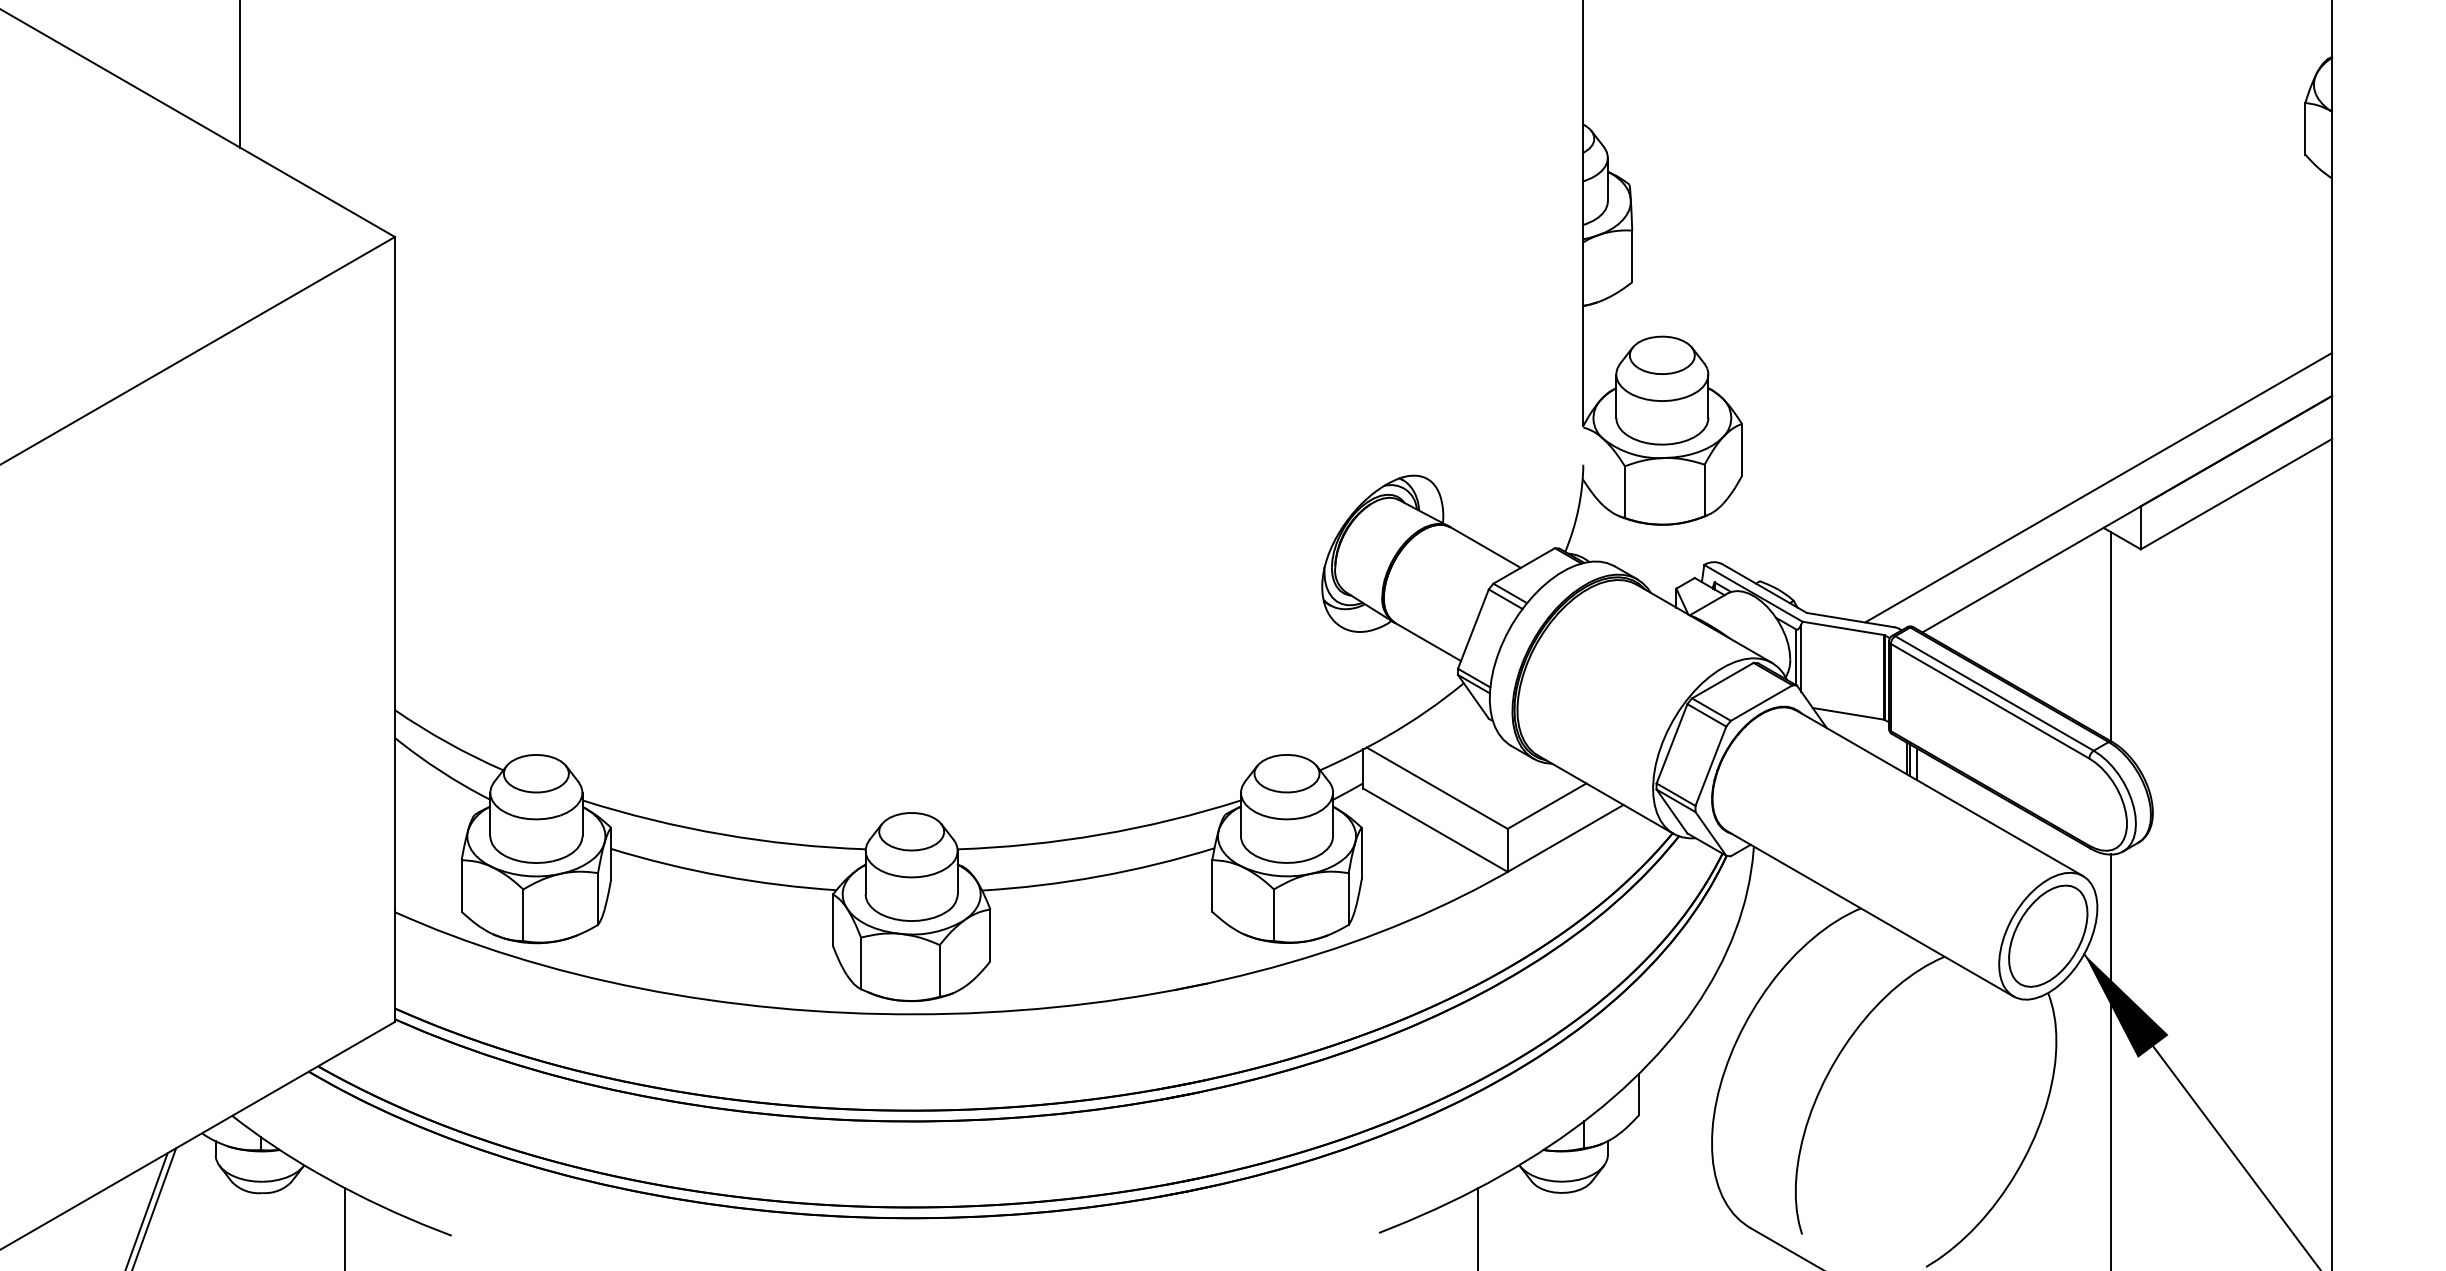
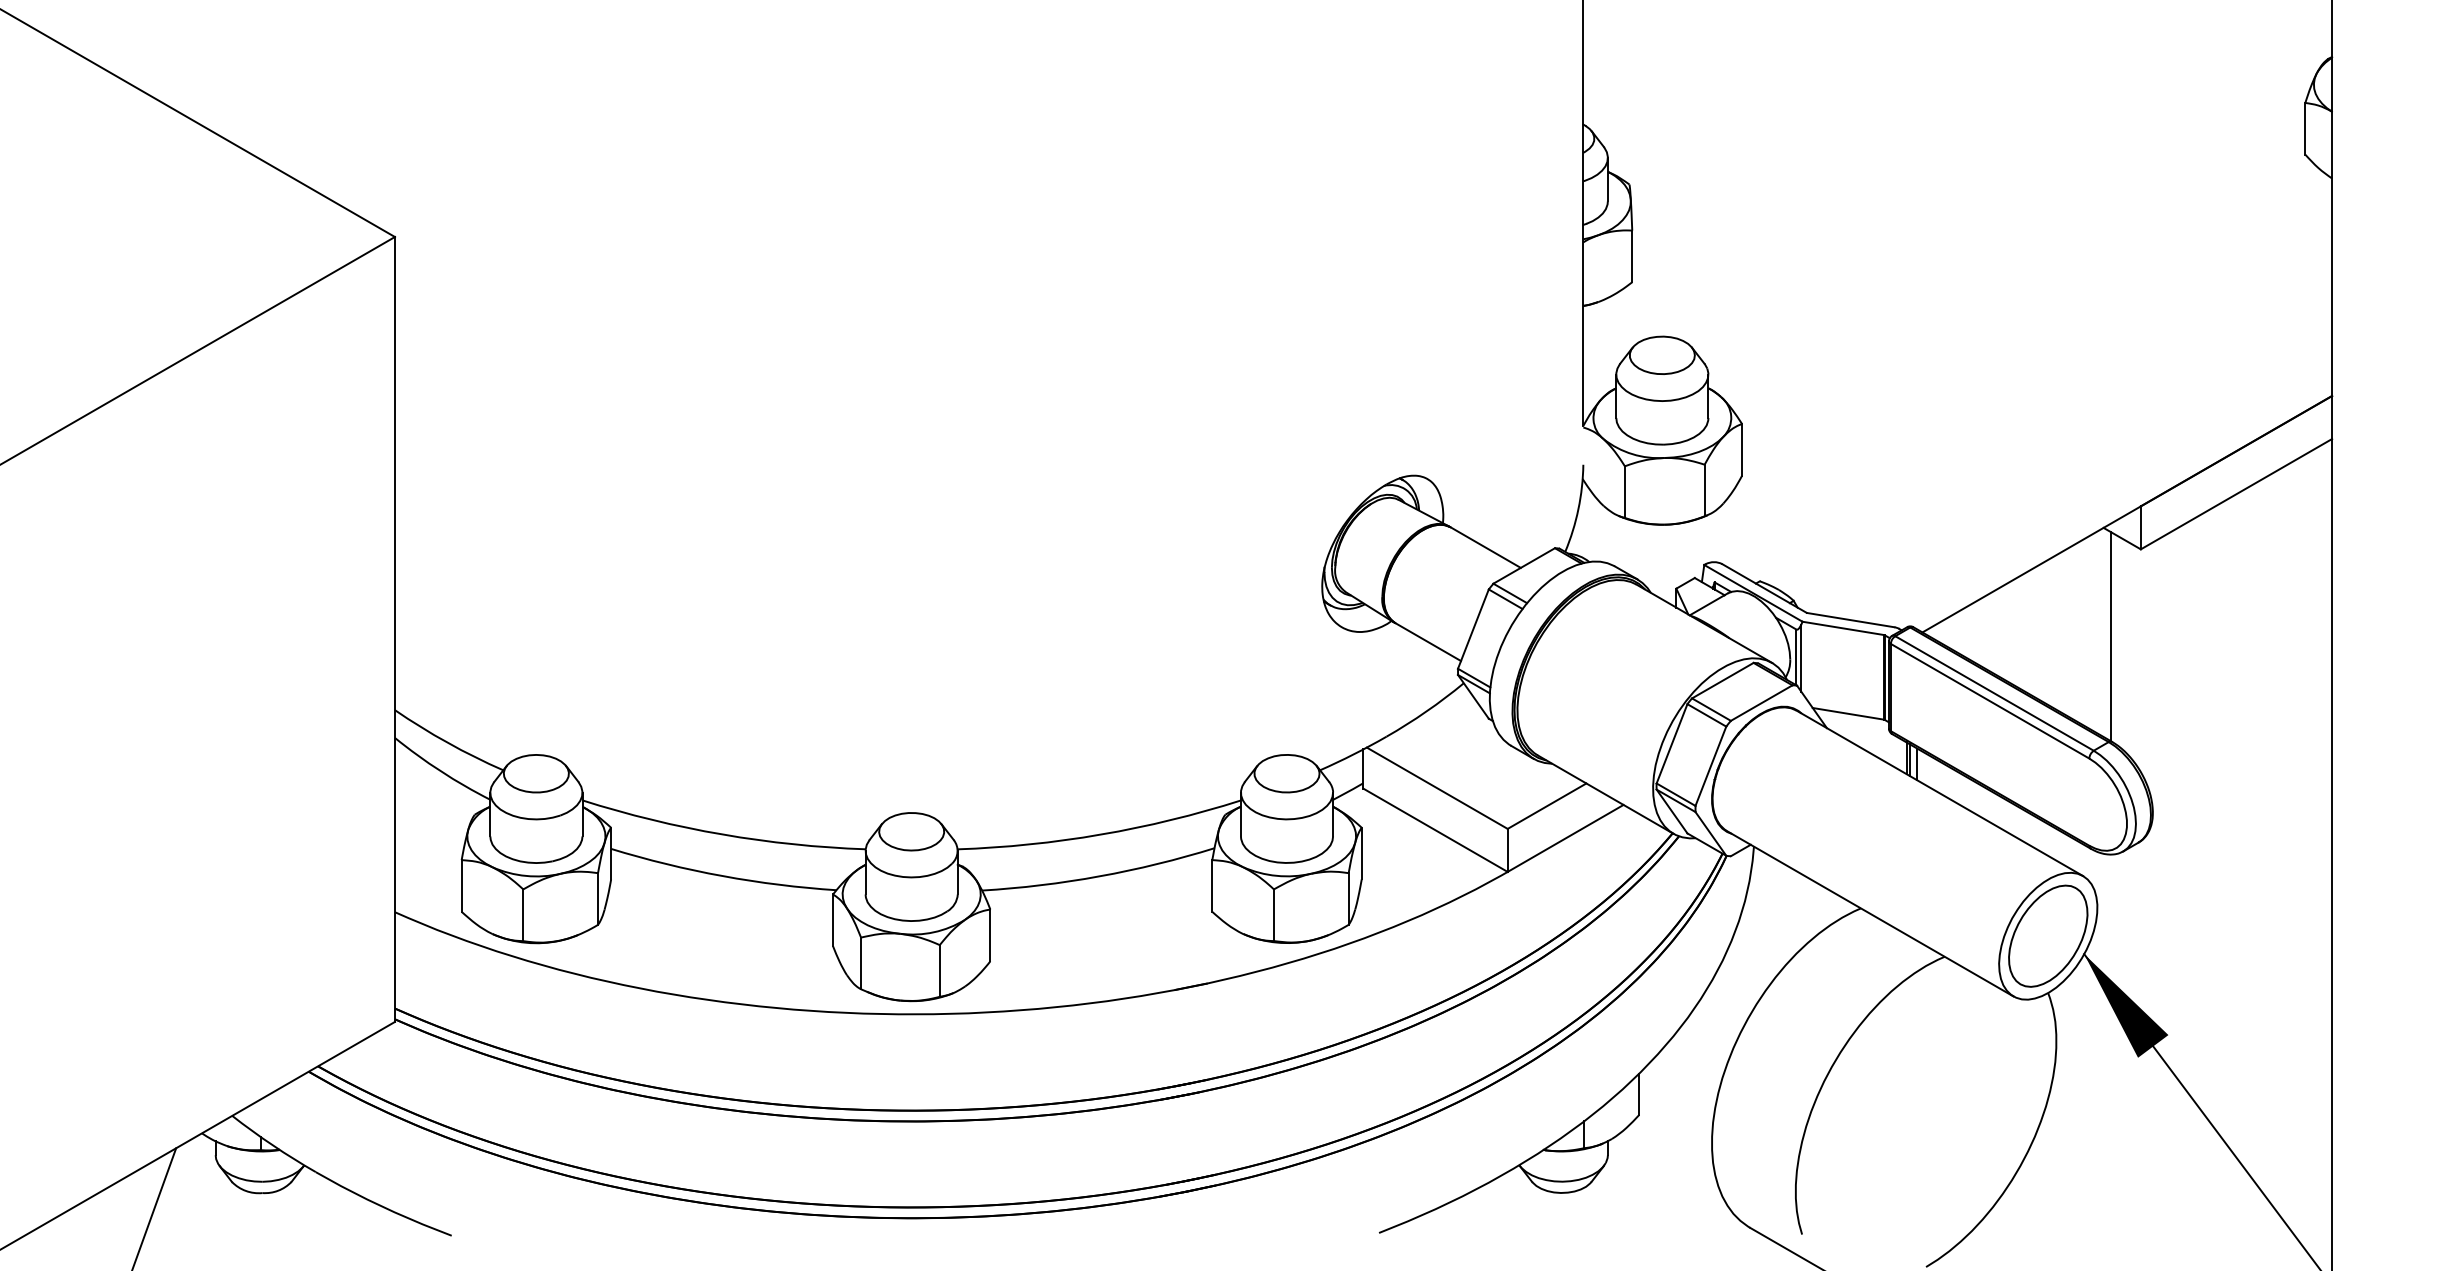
line at (240, 74): present -> none
line at (2098, 487): present -> none
line at (2111, 1060): present -> none
line at (146, 1210): present -> none
line at (345, 1227): present -> none
line at (1477, 1227): present -> none
